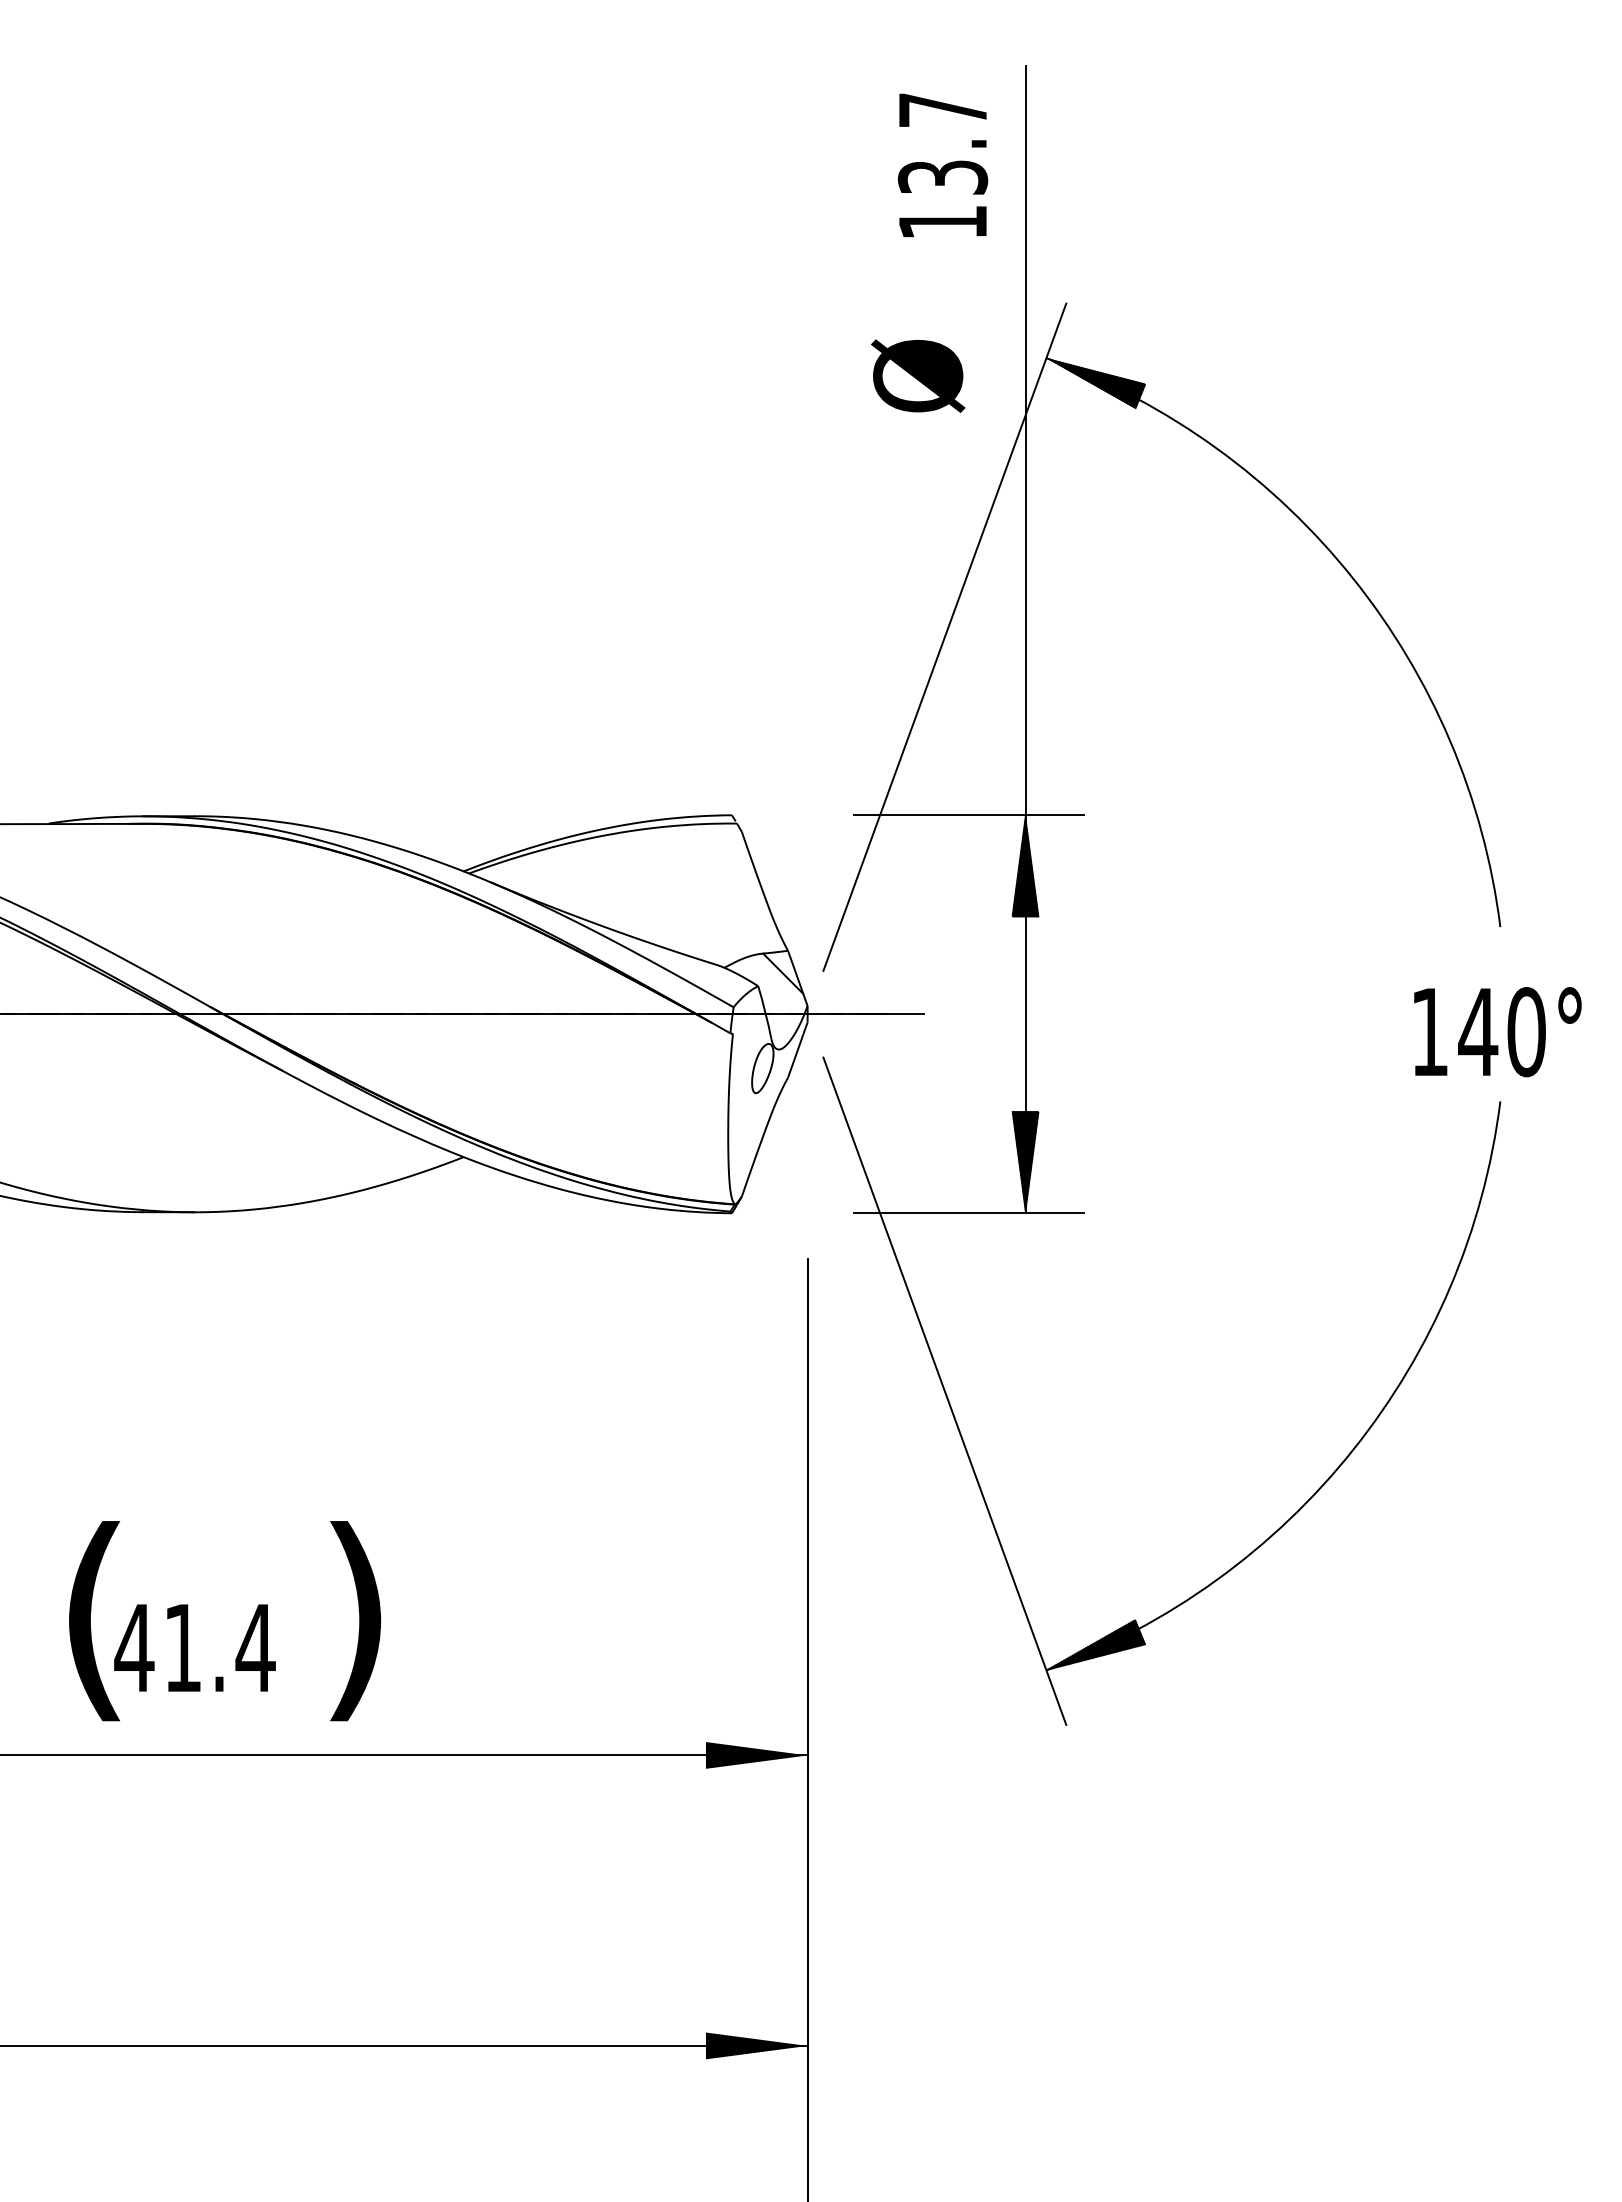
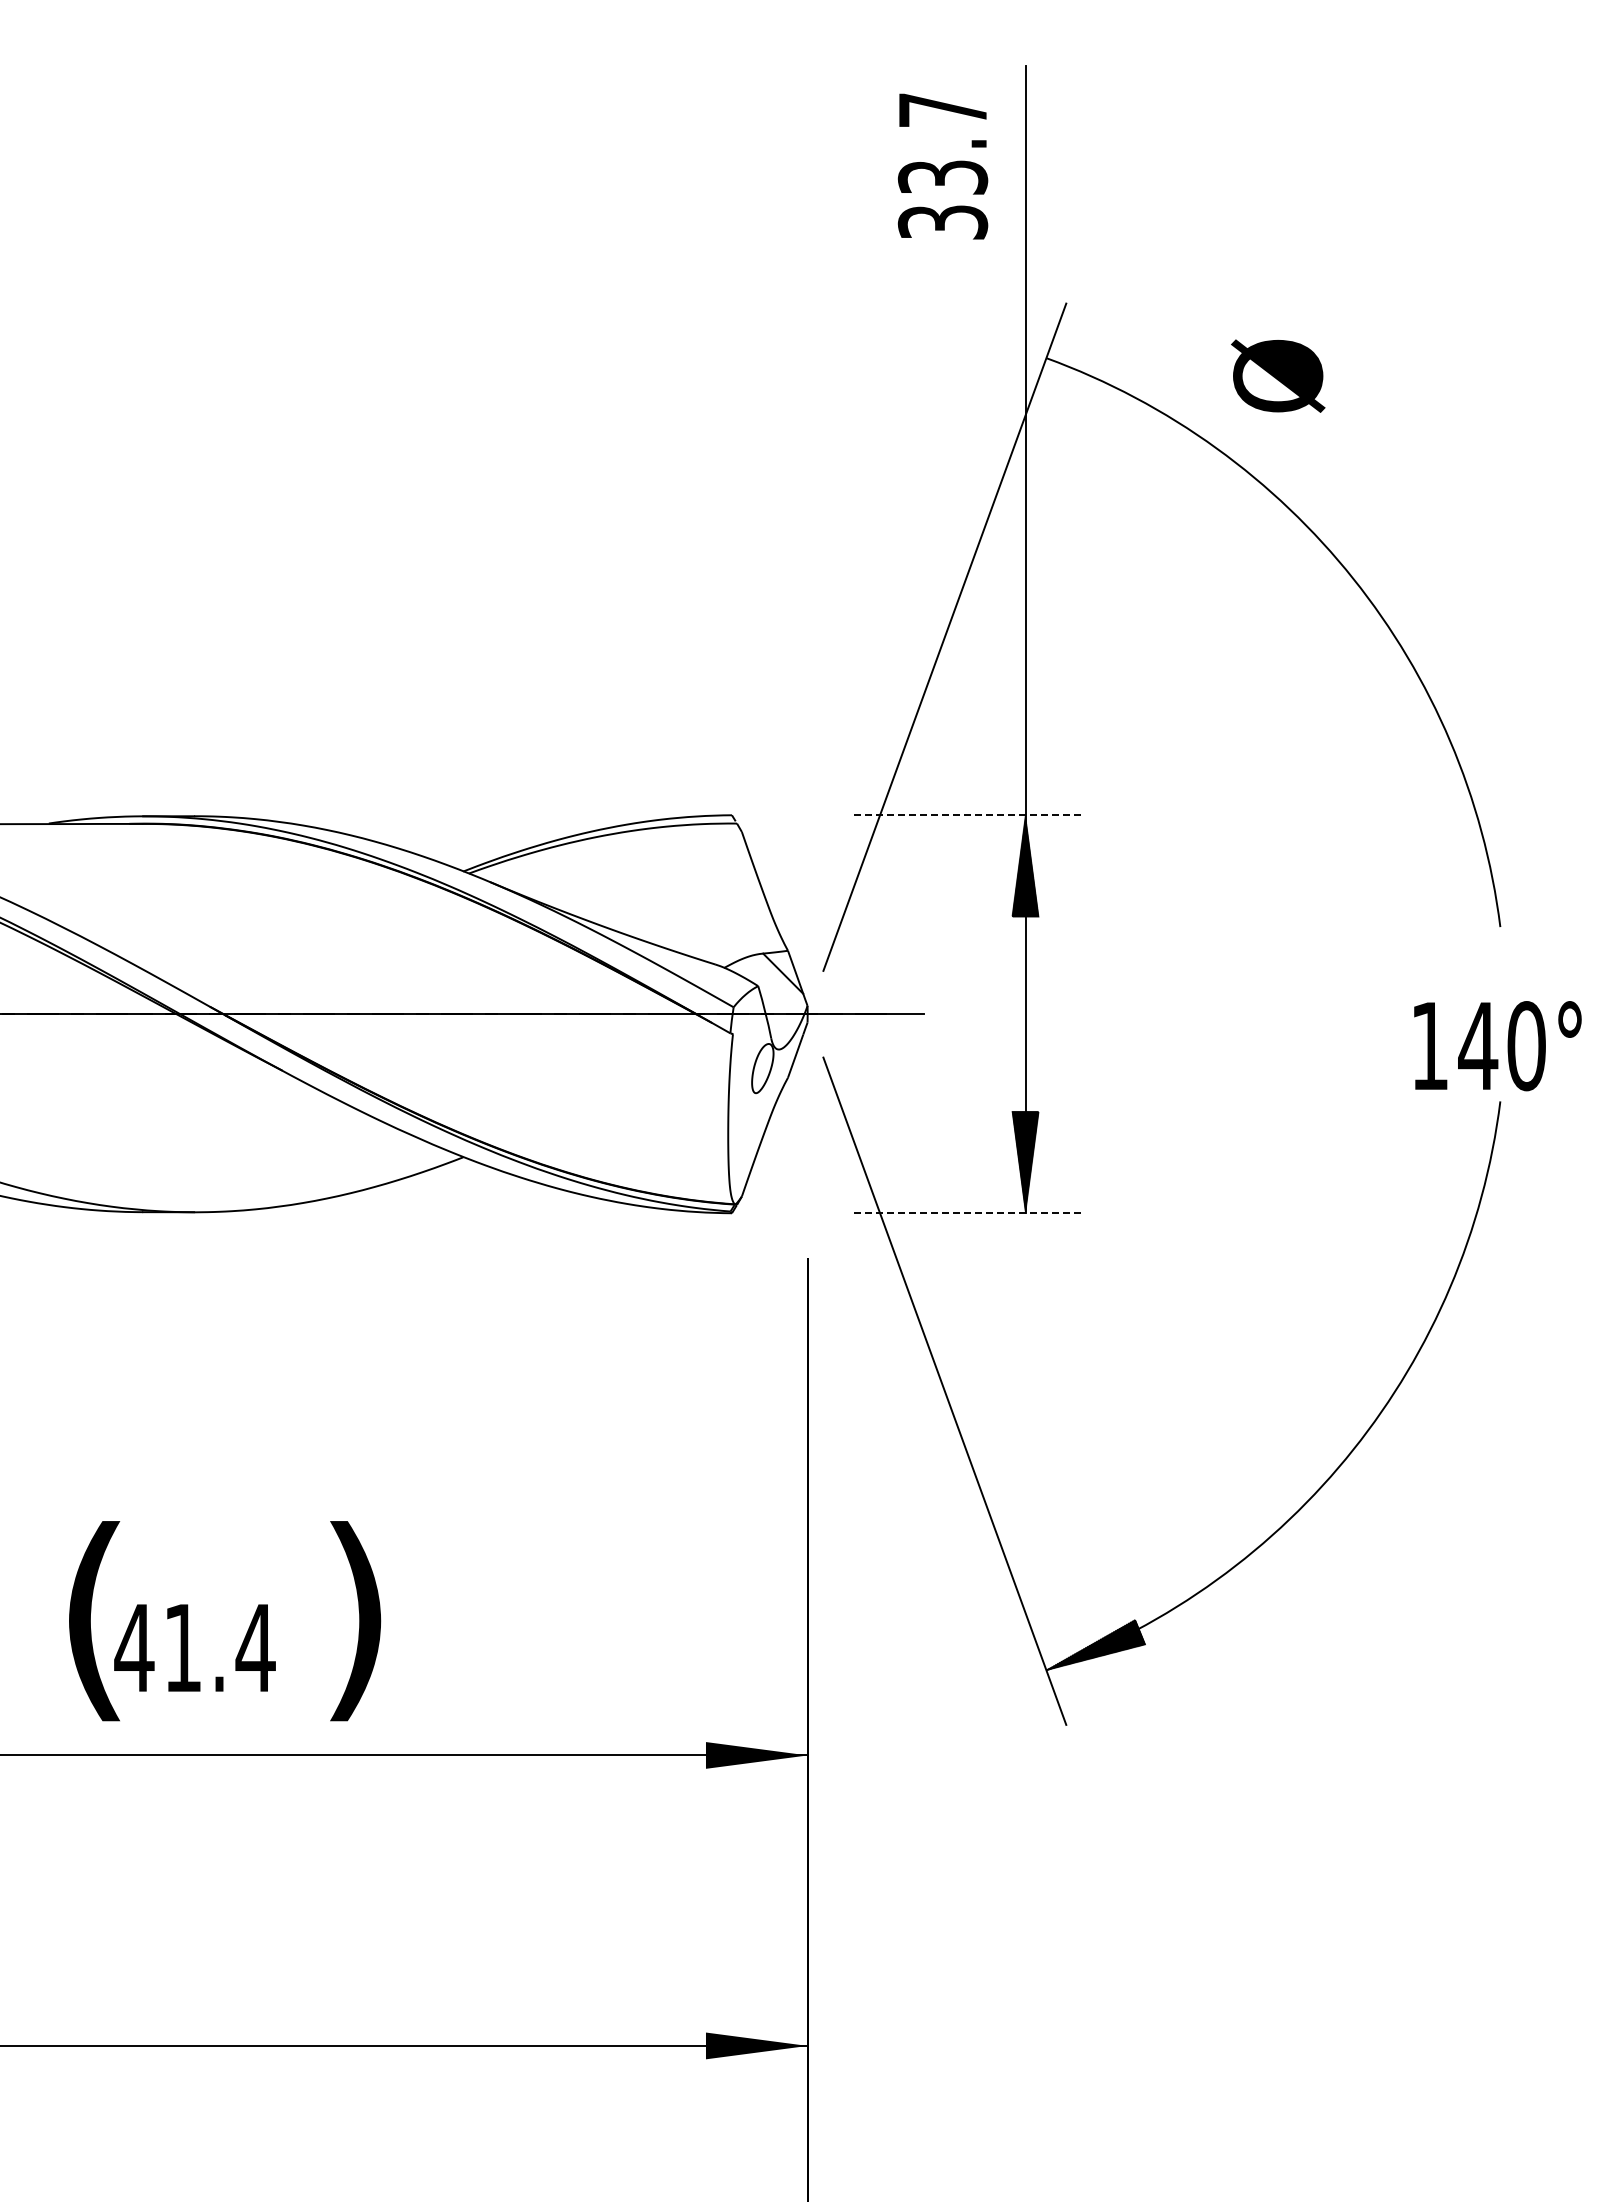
text at (942, 222): 13.7 -> 33.7
text at (918, 375) position: (918, 375) -> (1278, 375)
hatch at (1095, 383): present -> none
line at (968, 815): solid -> dashed
text at (1497, 1032) position: (1497, 1032) -> (1497, 1046)
line at (968, 1213): solid -> dashed
